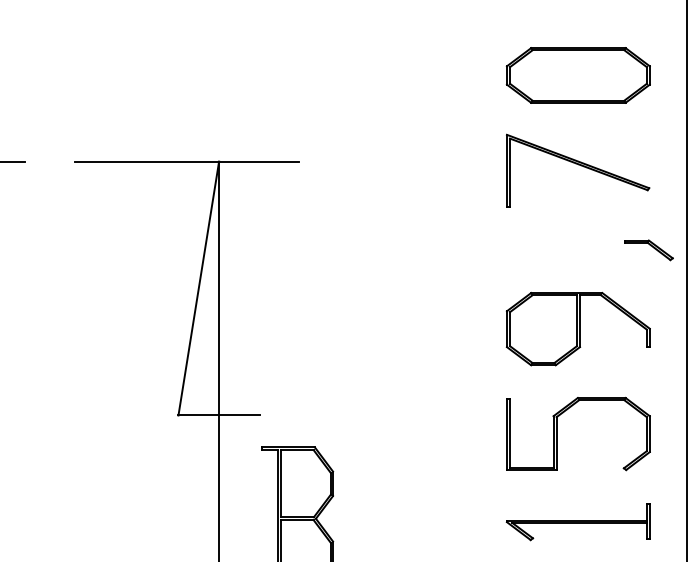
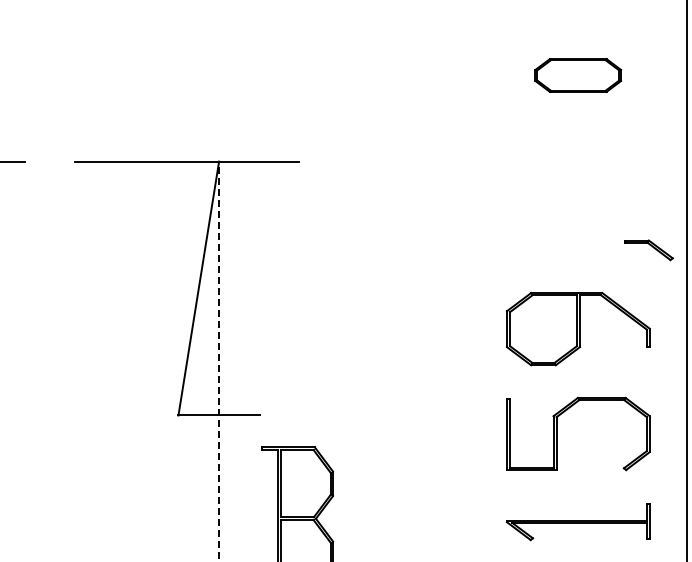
part at (577, 75) size: 146x57 px -> 89x35 px
part at (578, 170): present -> none
line at (219, 361): solid -> dashed
